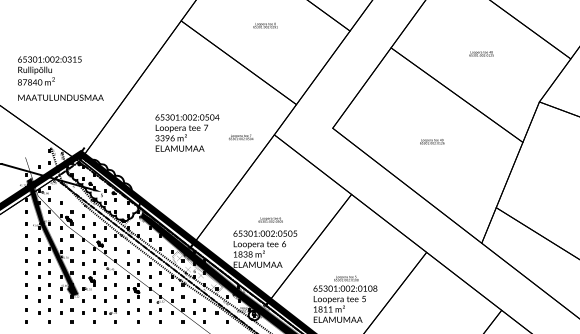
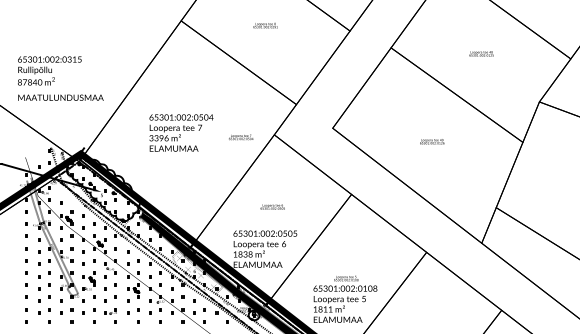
text at (187, 132) position: (187, 132) -> (181, 132)
text at (270, 219) position: (270, 219) -> (272, 206)
fill at (52, 236): present -> none
